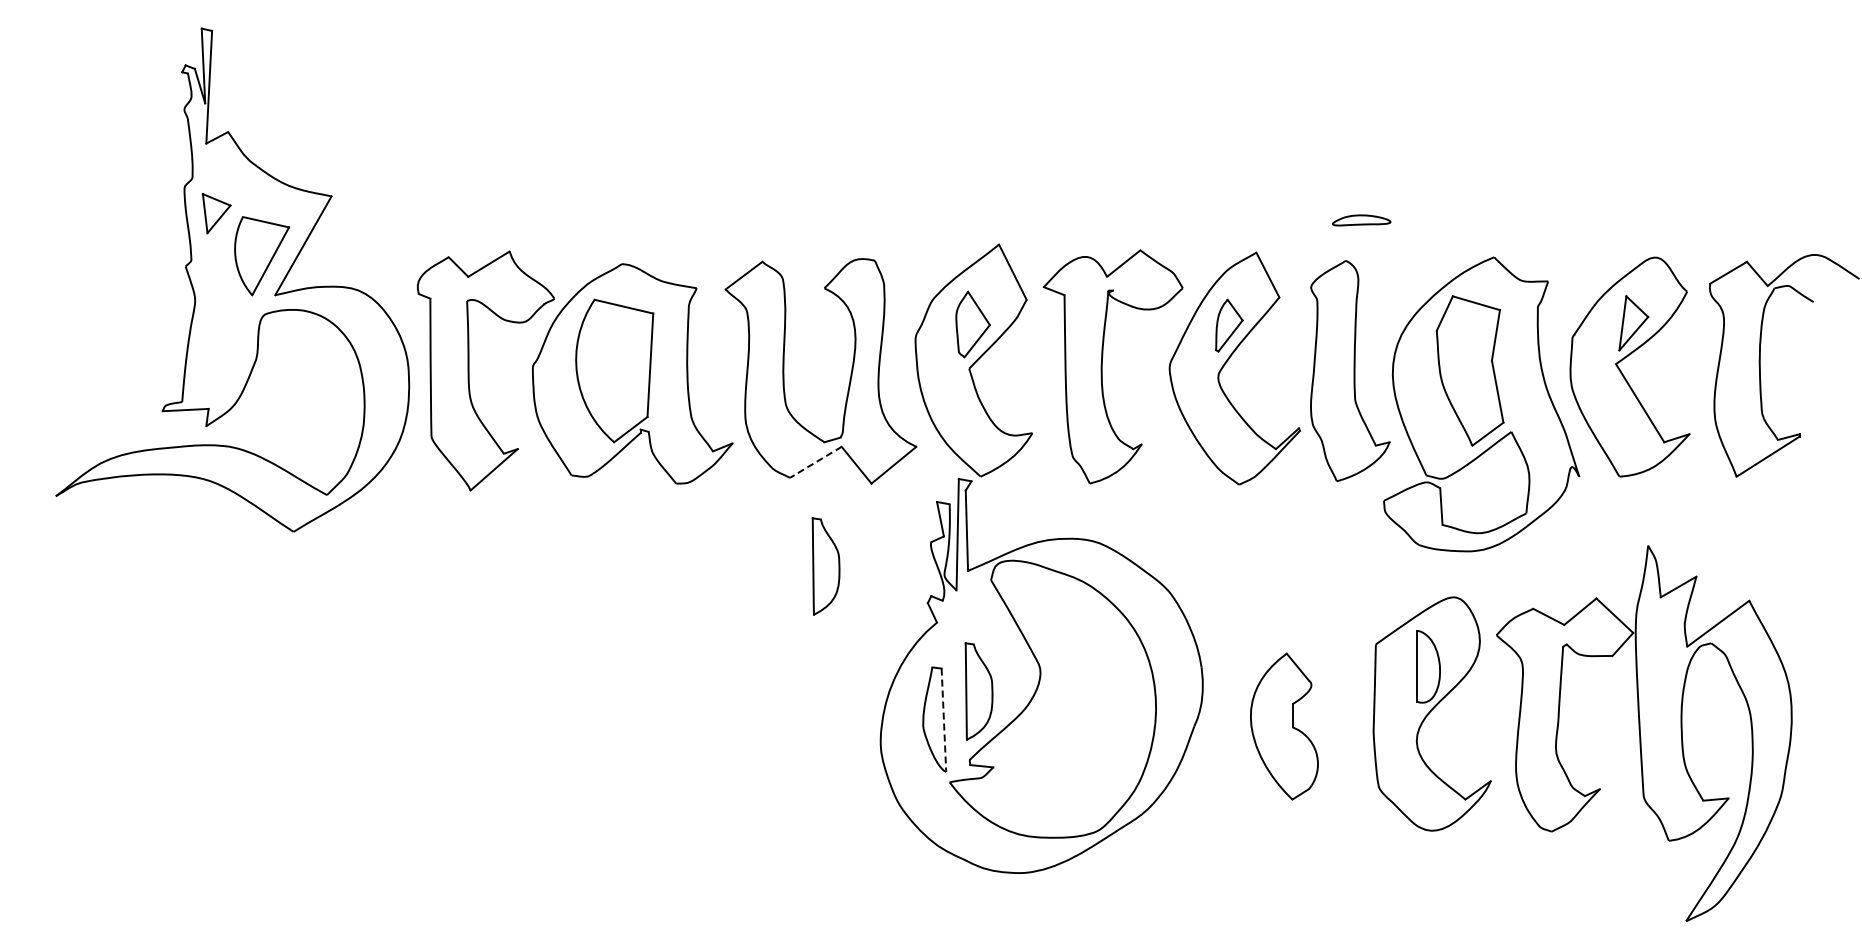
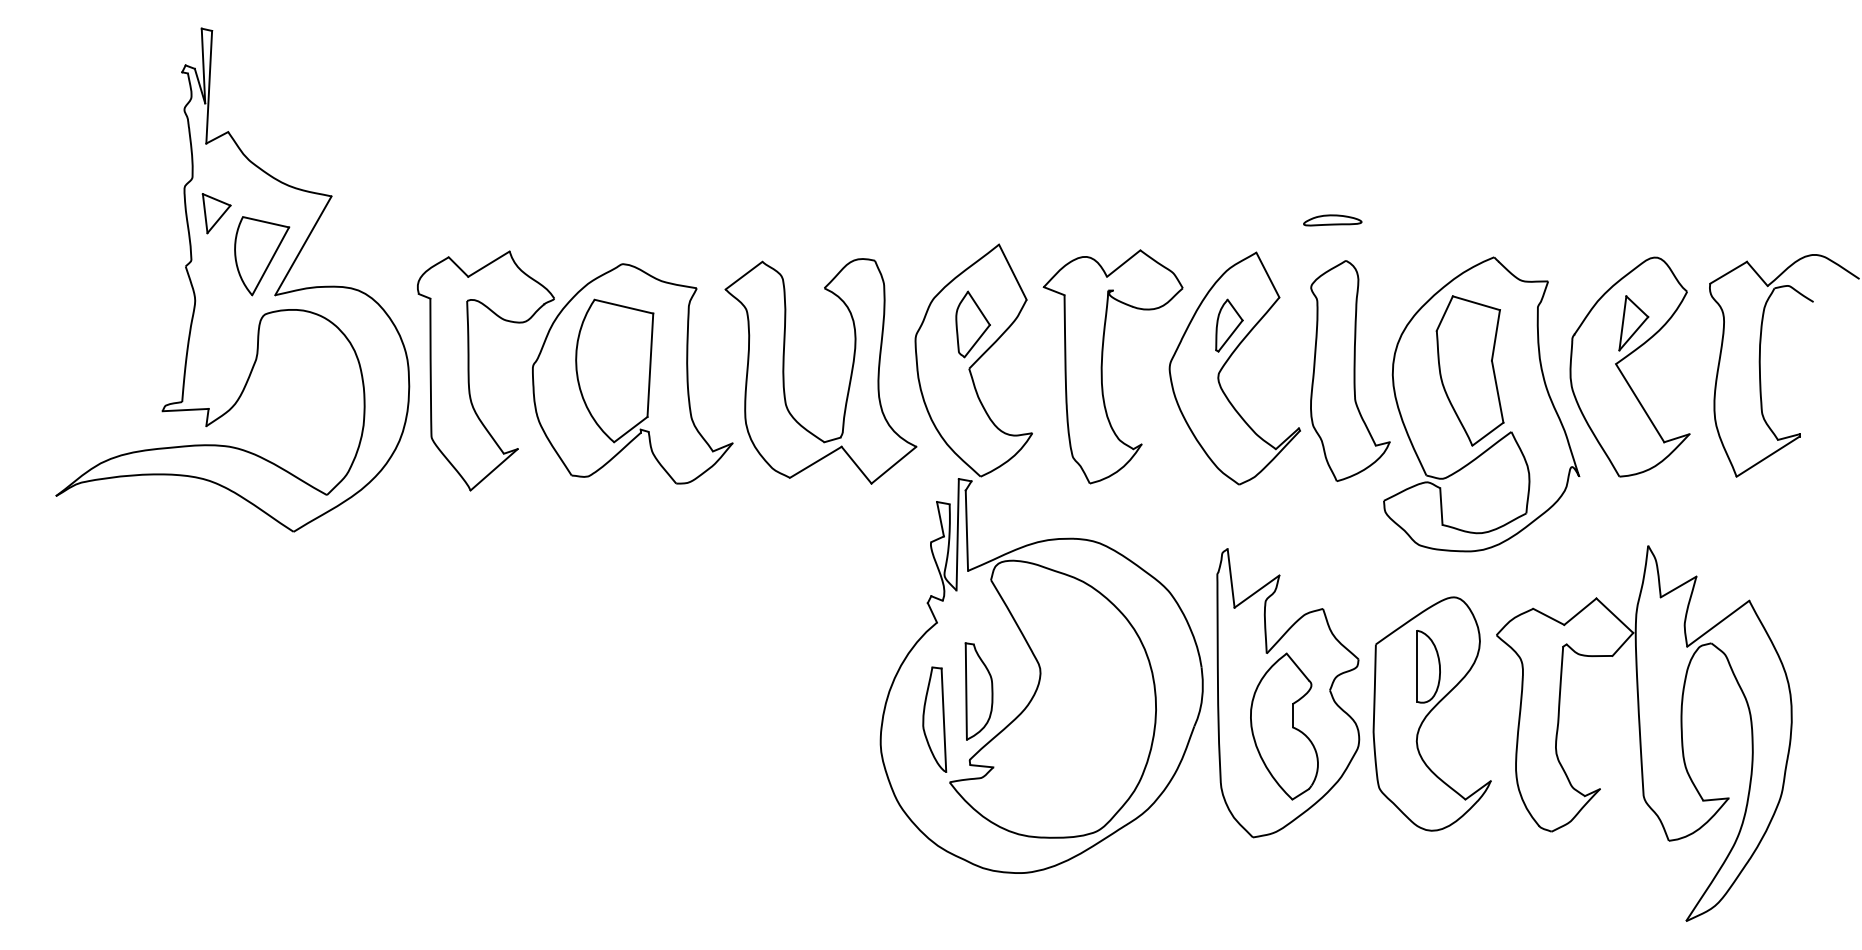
part at (1361, 220) position: (1361, 220) -> (1332, 220)
line at (815, 462): dashed -> solid
part at (825, 566): present -> none
part at (1288, 693): none -> present
line at (943, 720): dashed -> solid
